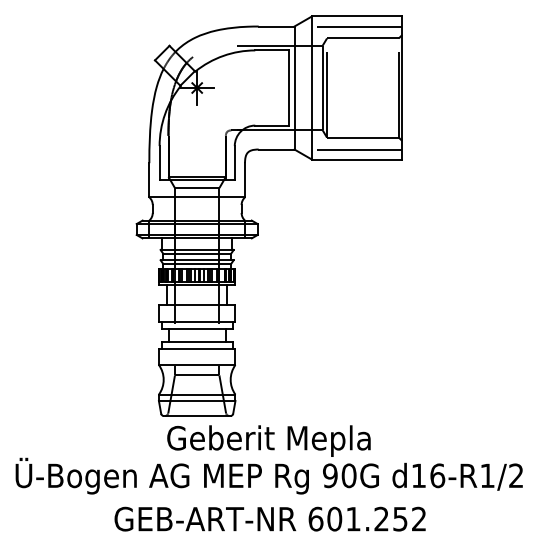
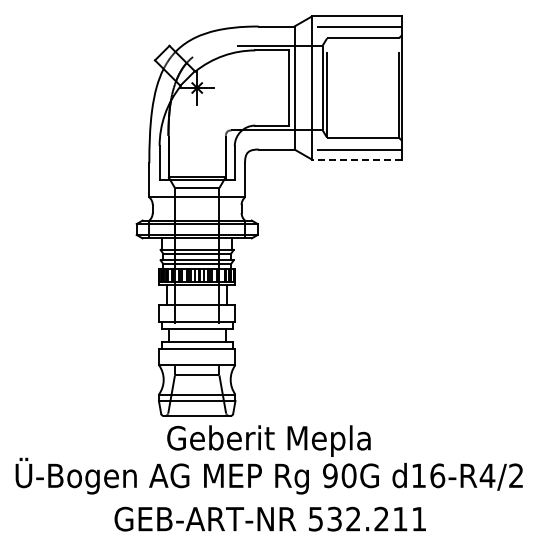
line at (356, 159): solid -> dashed
text at (487, 475): d16-R1/2 -> d16-R4/2
text at (366, 518): 601.252 -> 532.211
